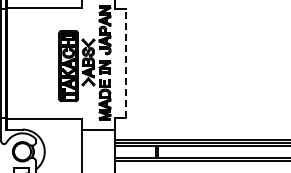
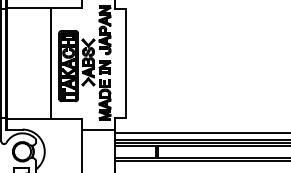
line at (50, 63): none -> present
line at (125, 63): dashed -> solid
line at (200, 133): none -> present
